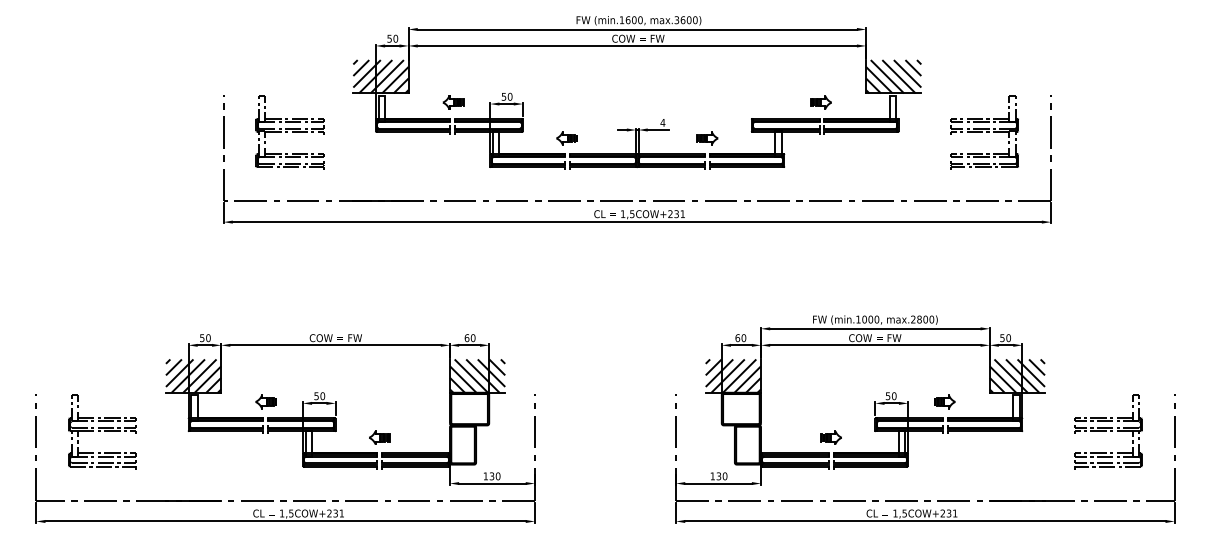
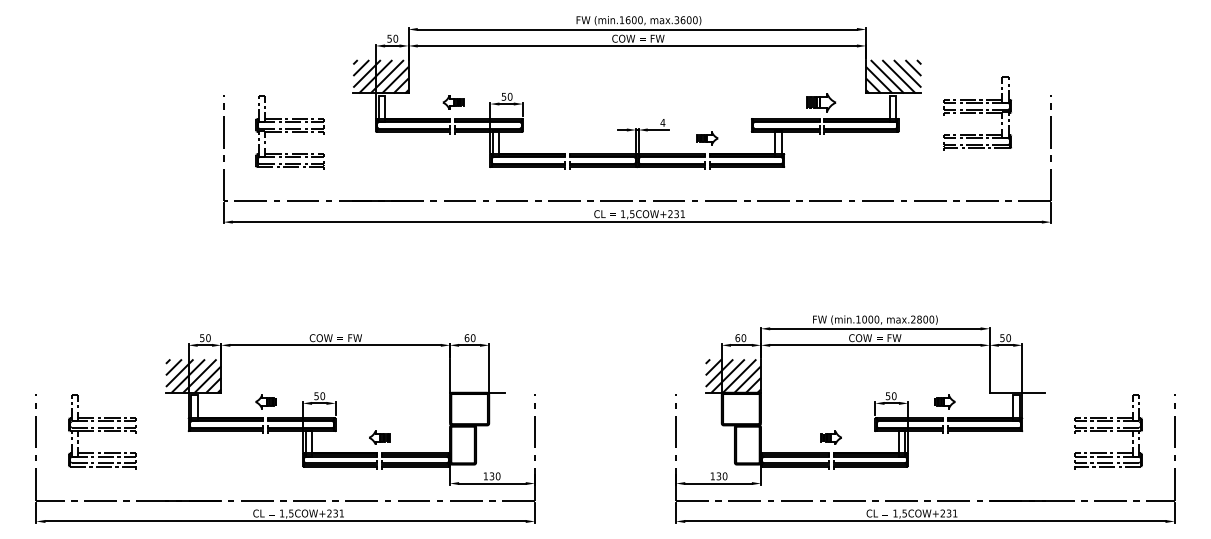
part at (820, 102) size: 22x15 px -> 31x20 px
part at (984, 132) position: (984, 132) -> (977, 113)
part at (566, 138): present -> none
hatch at (477, 375): present -> none
hatch at (1017, 375): present -> none
